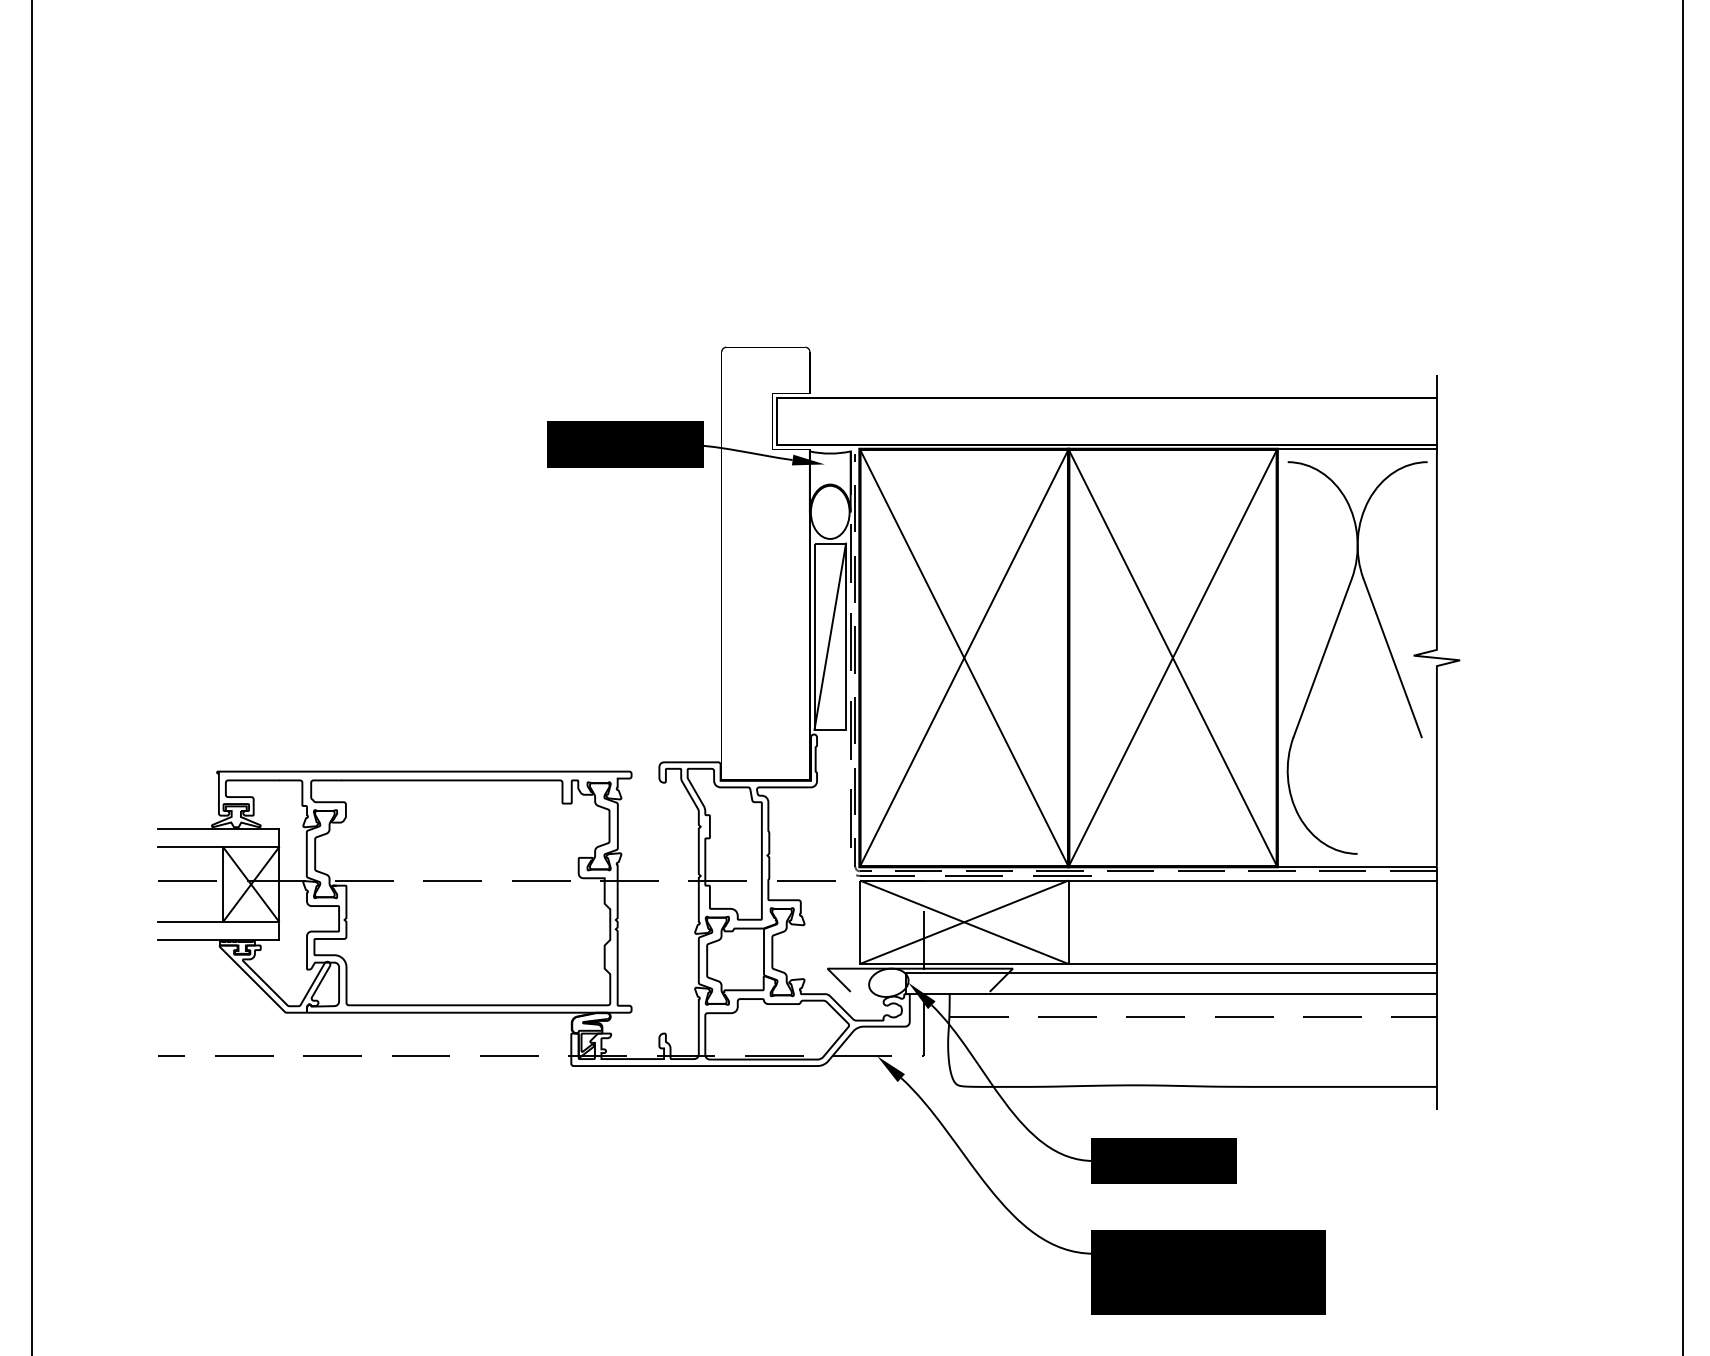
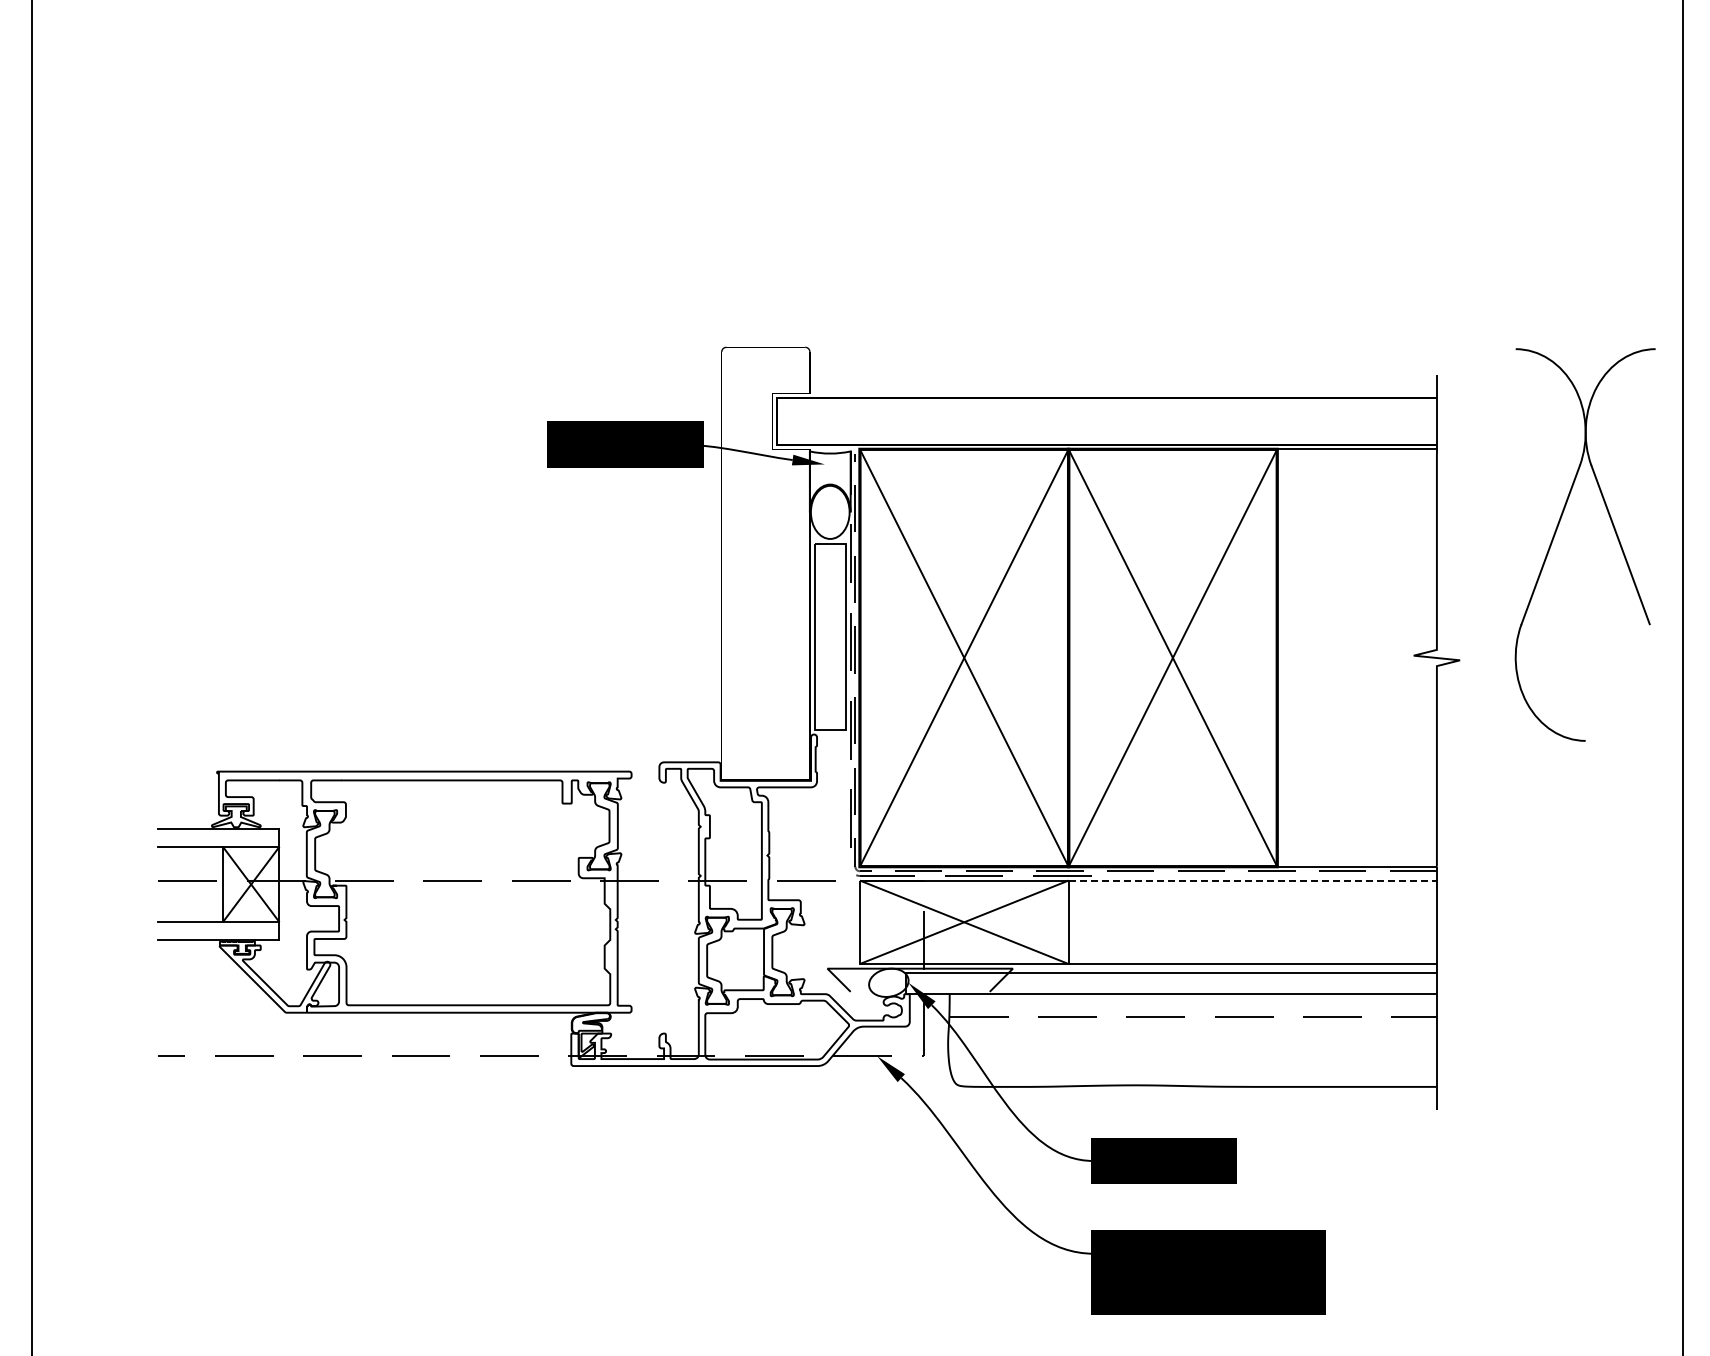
line at (830, 636): present -> none
part at (1327, 648) position: (1327, 648) -> (1555, 535)
line at (1253, 880): solid -> dashed
